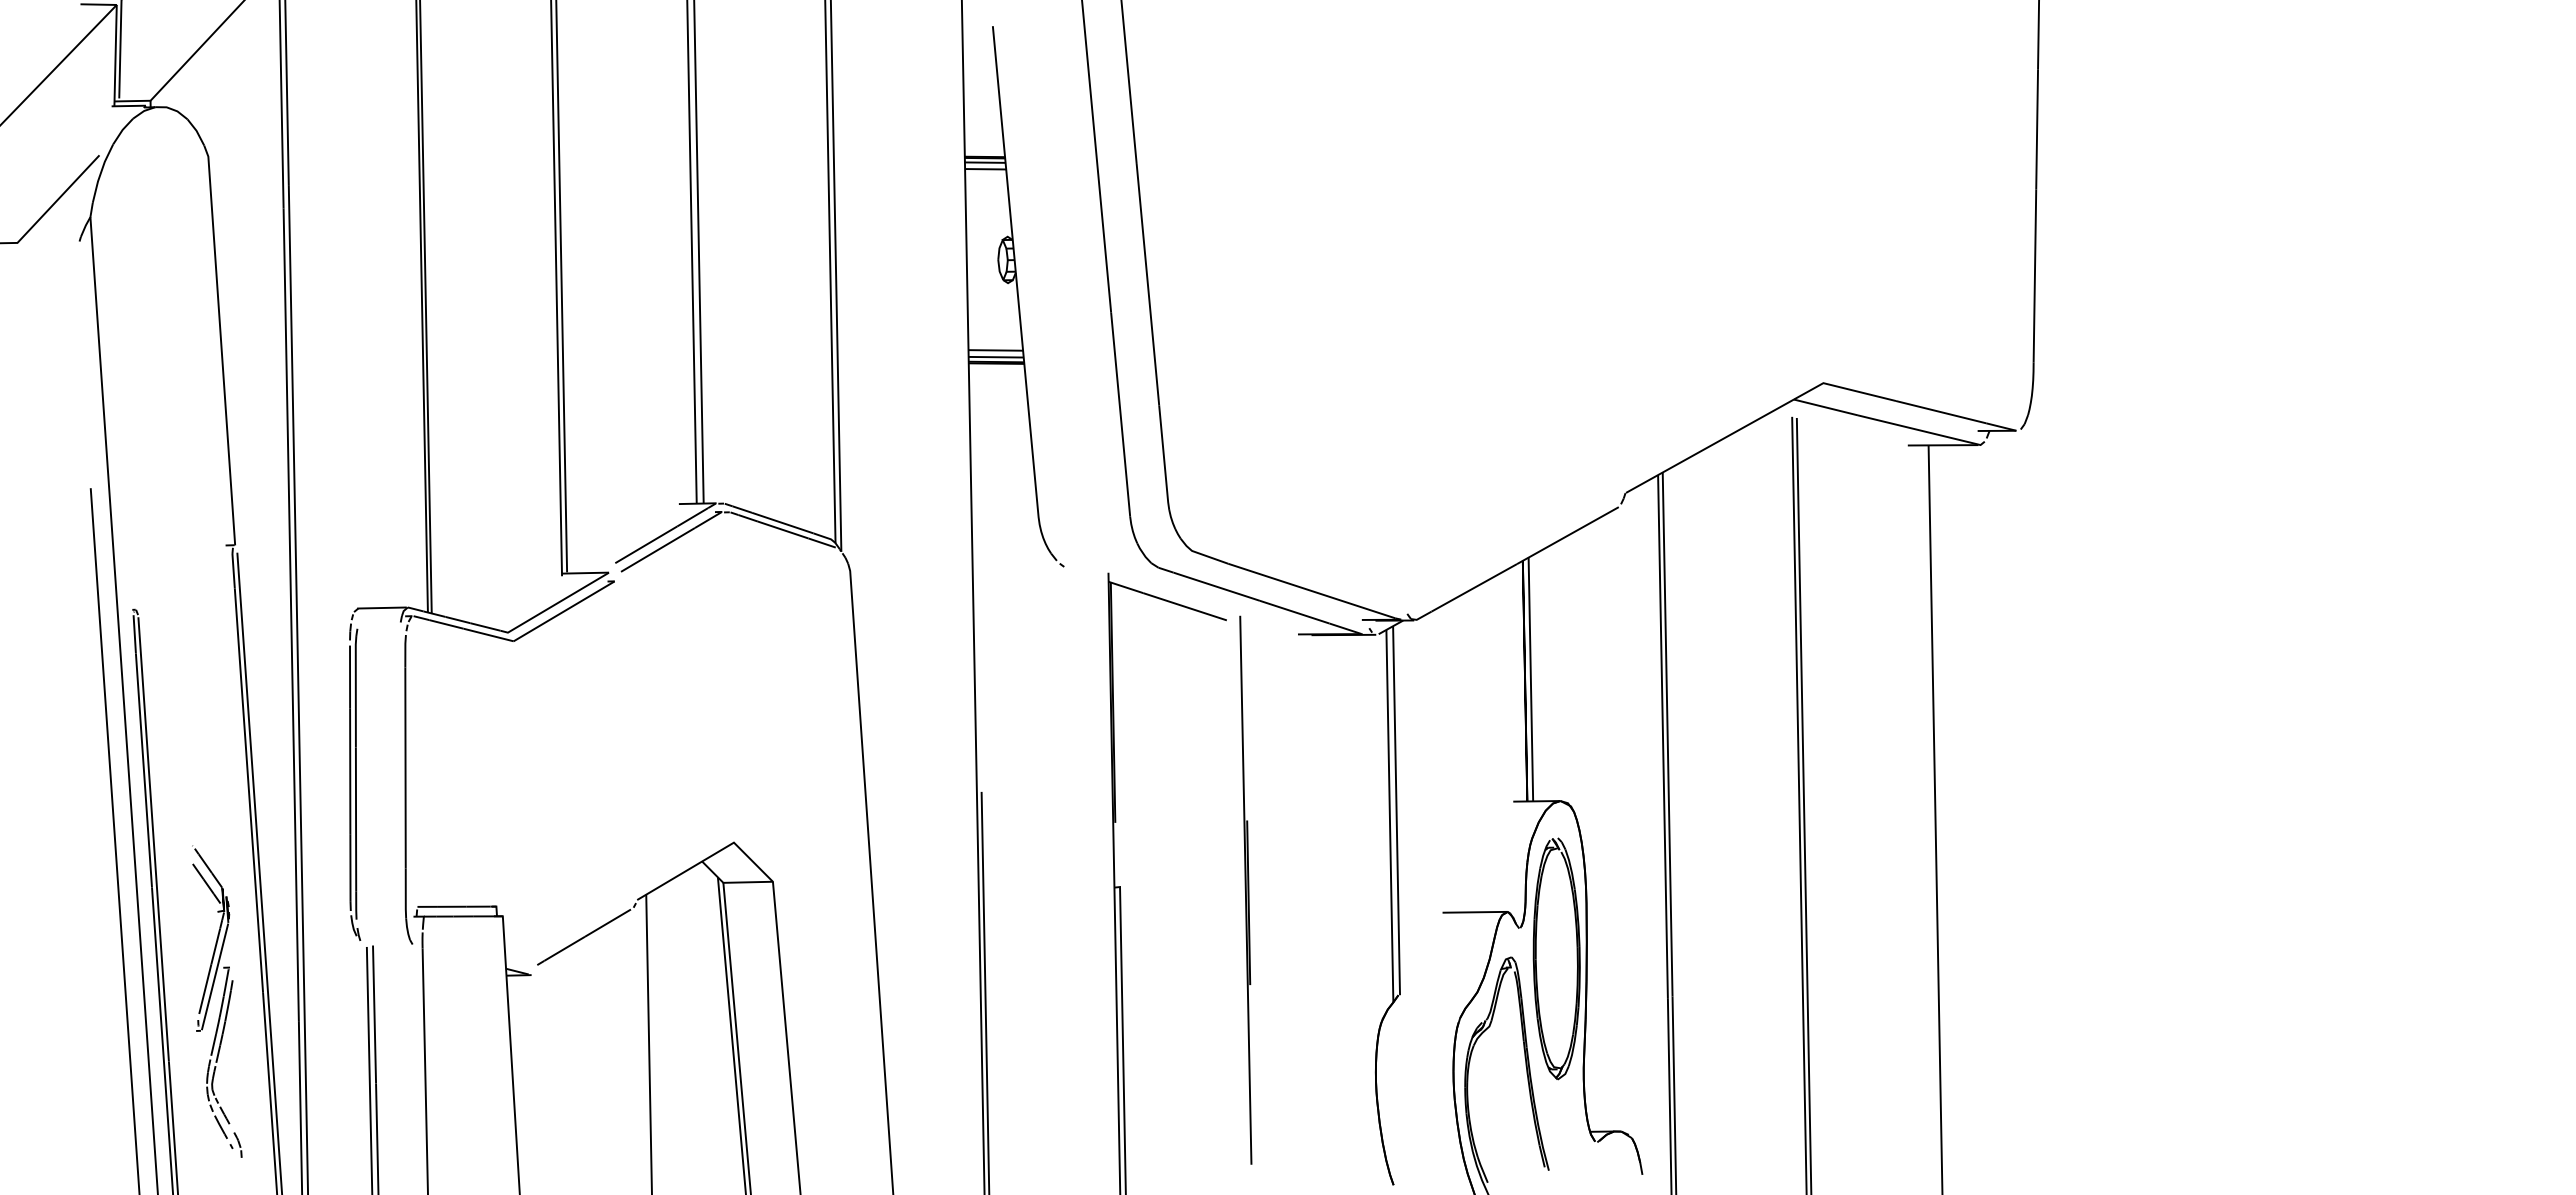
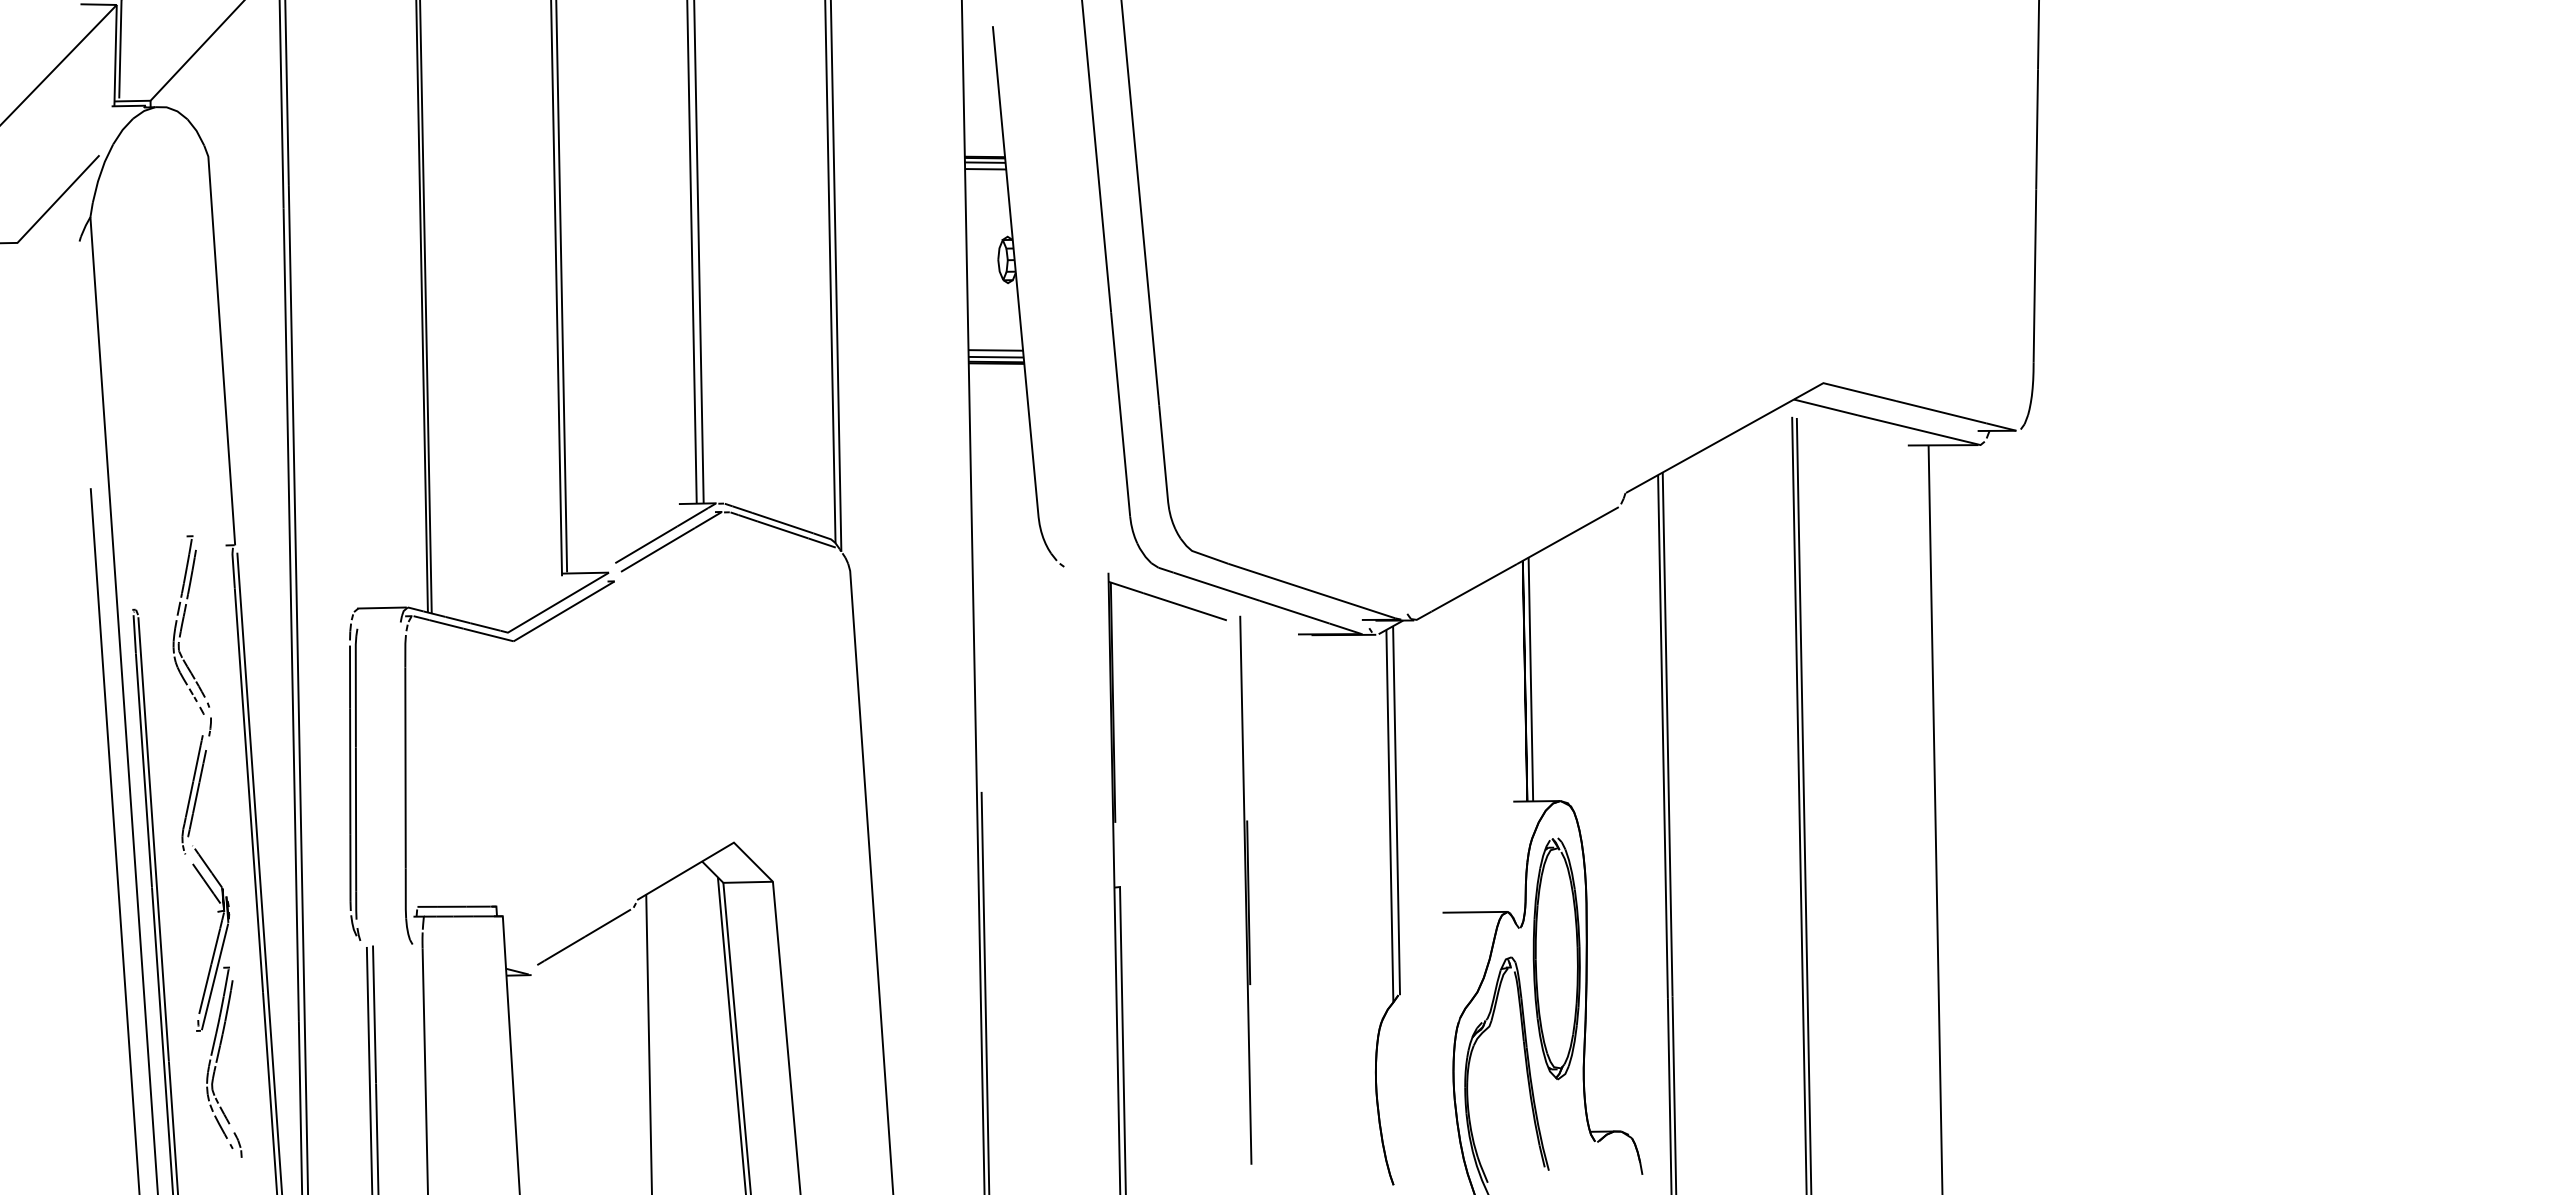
part at (191, 694): none -> present
